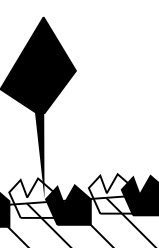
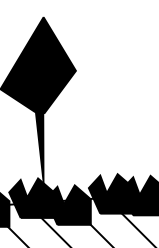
fill at (110, 193): none -> present
fill at (31, 197): none -> present
